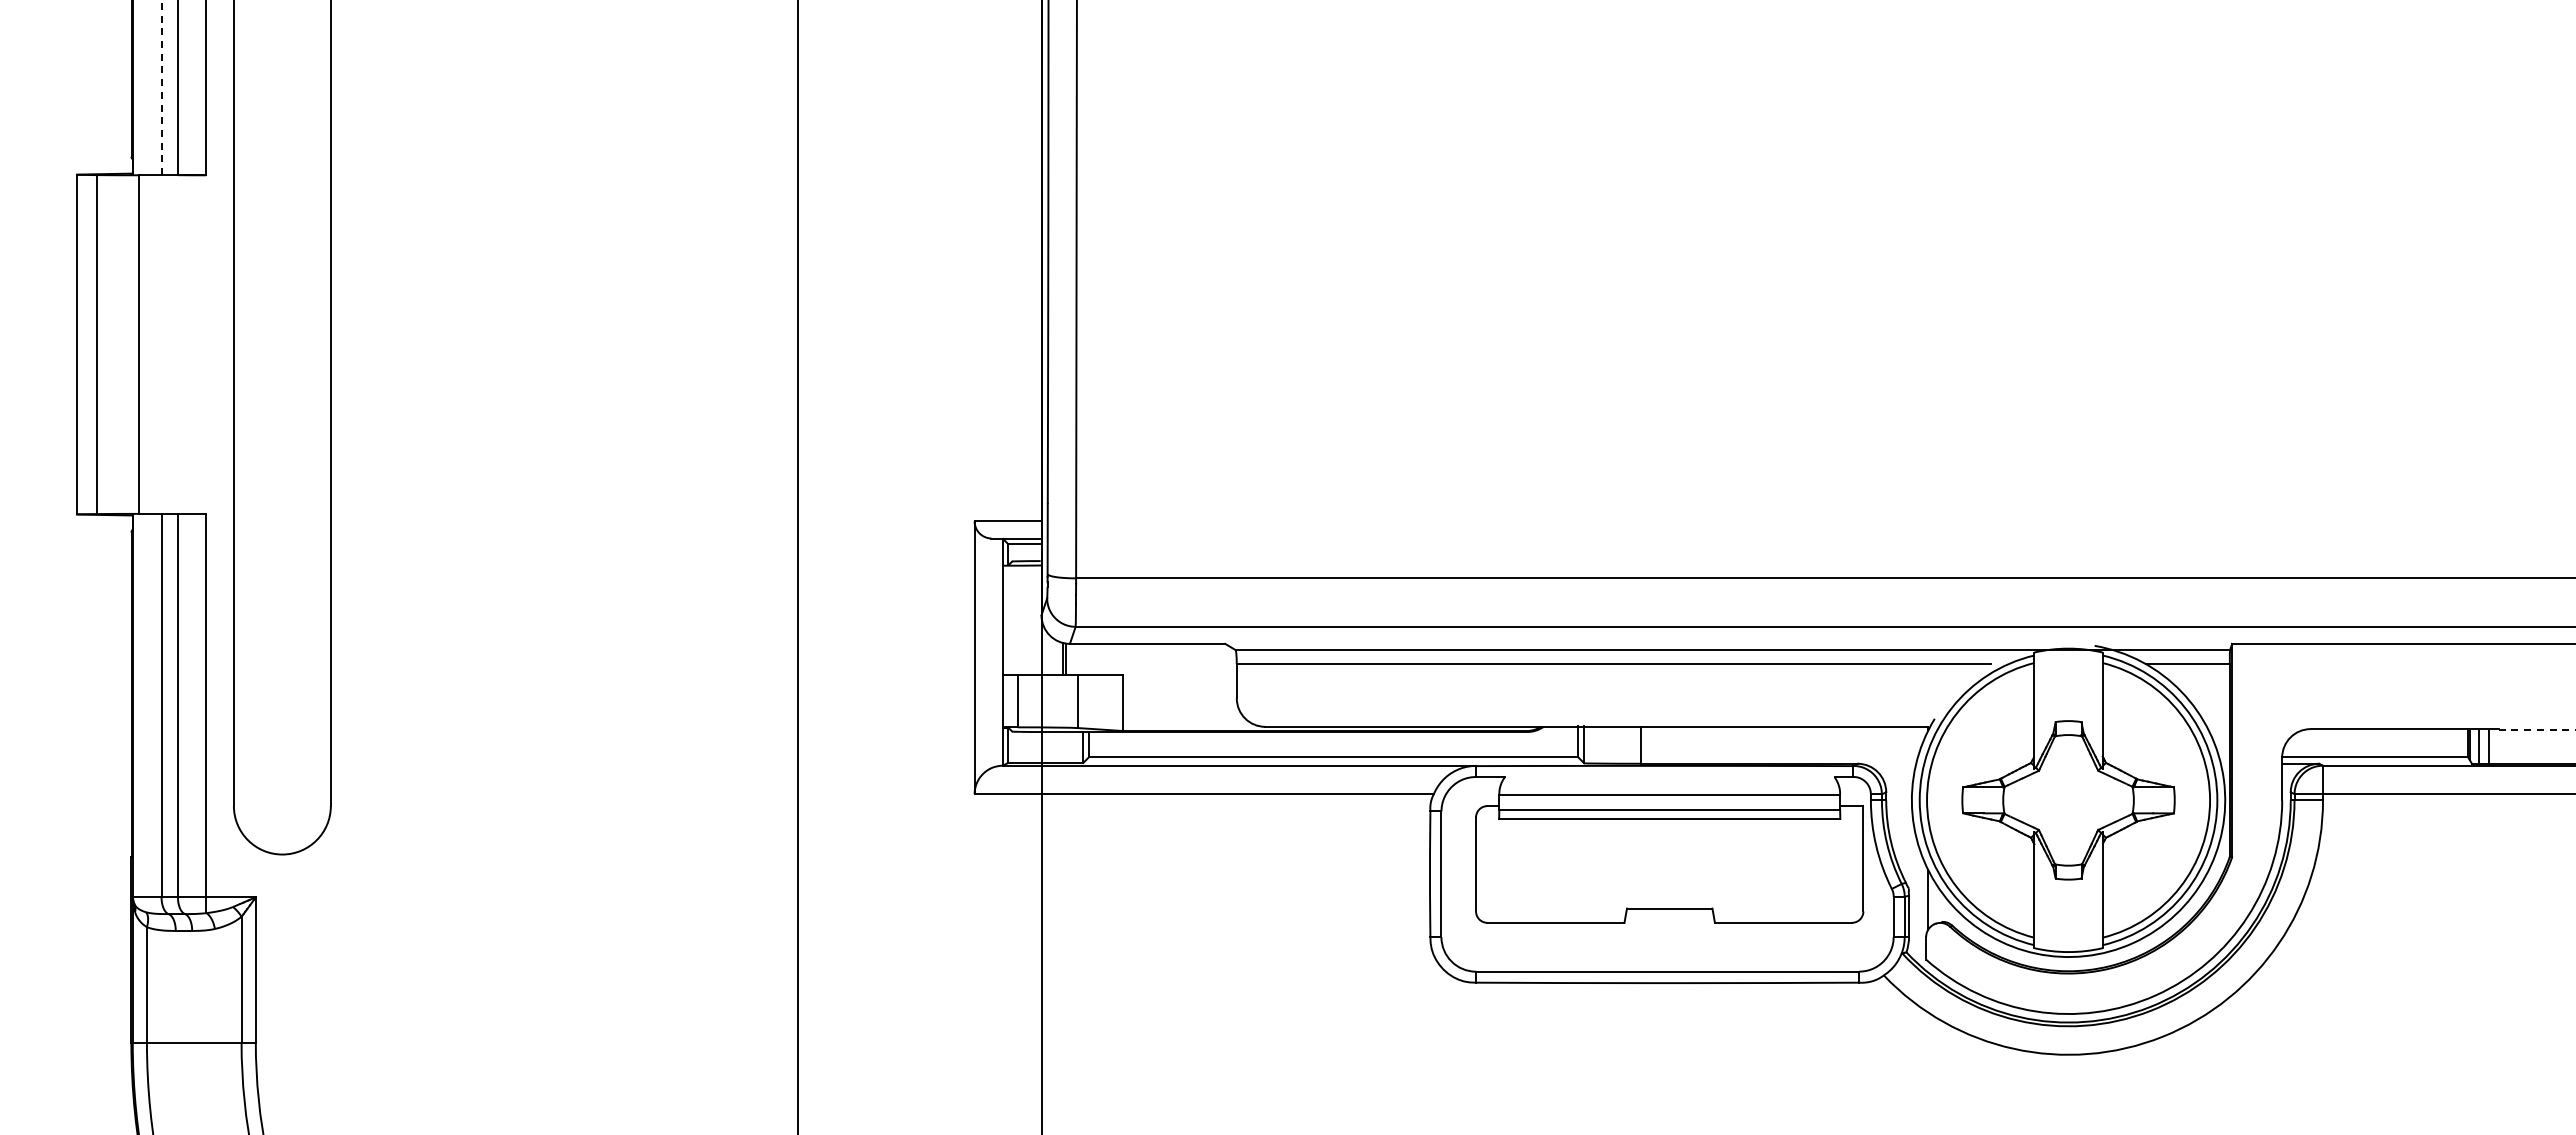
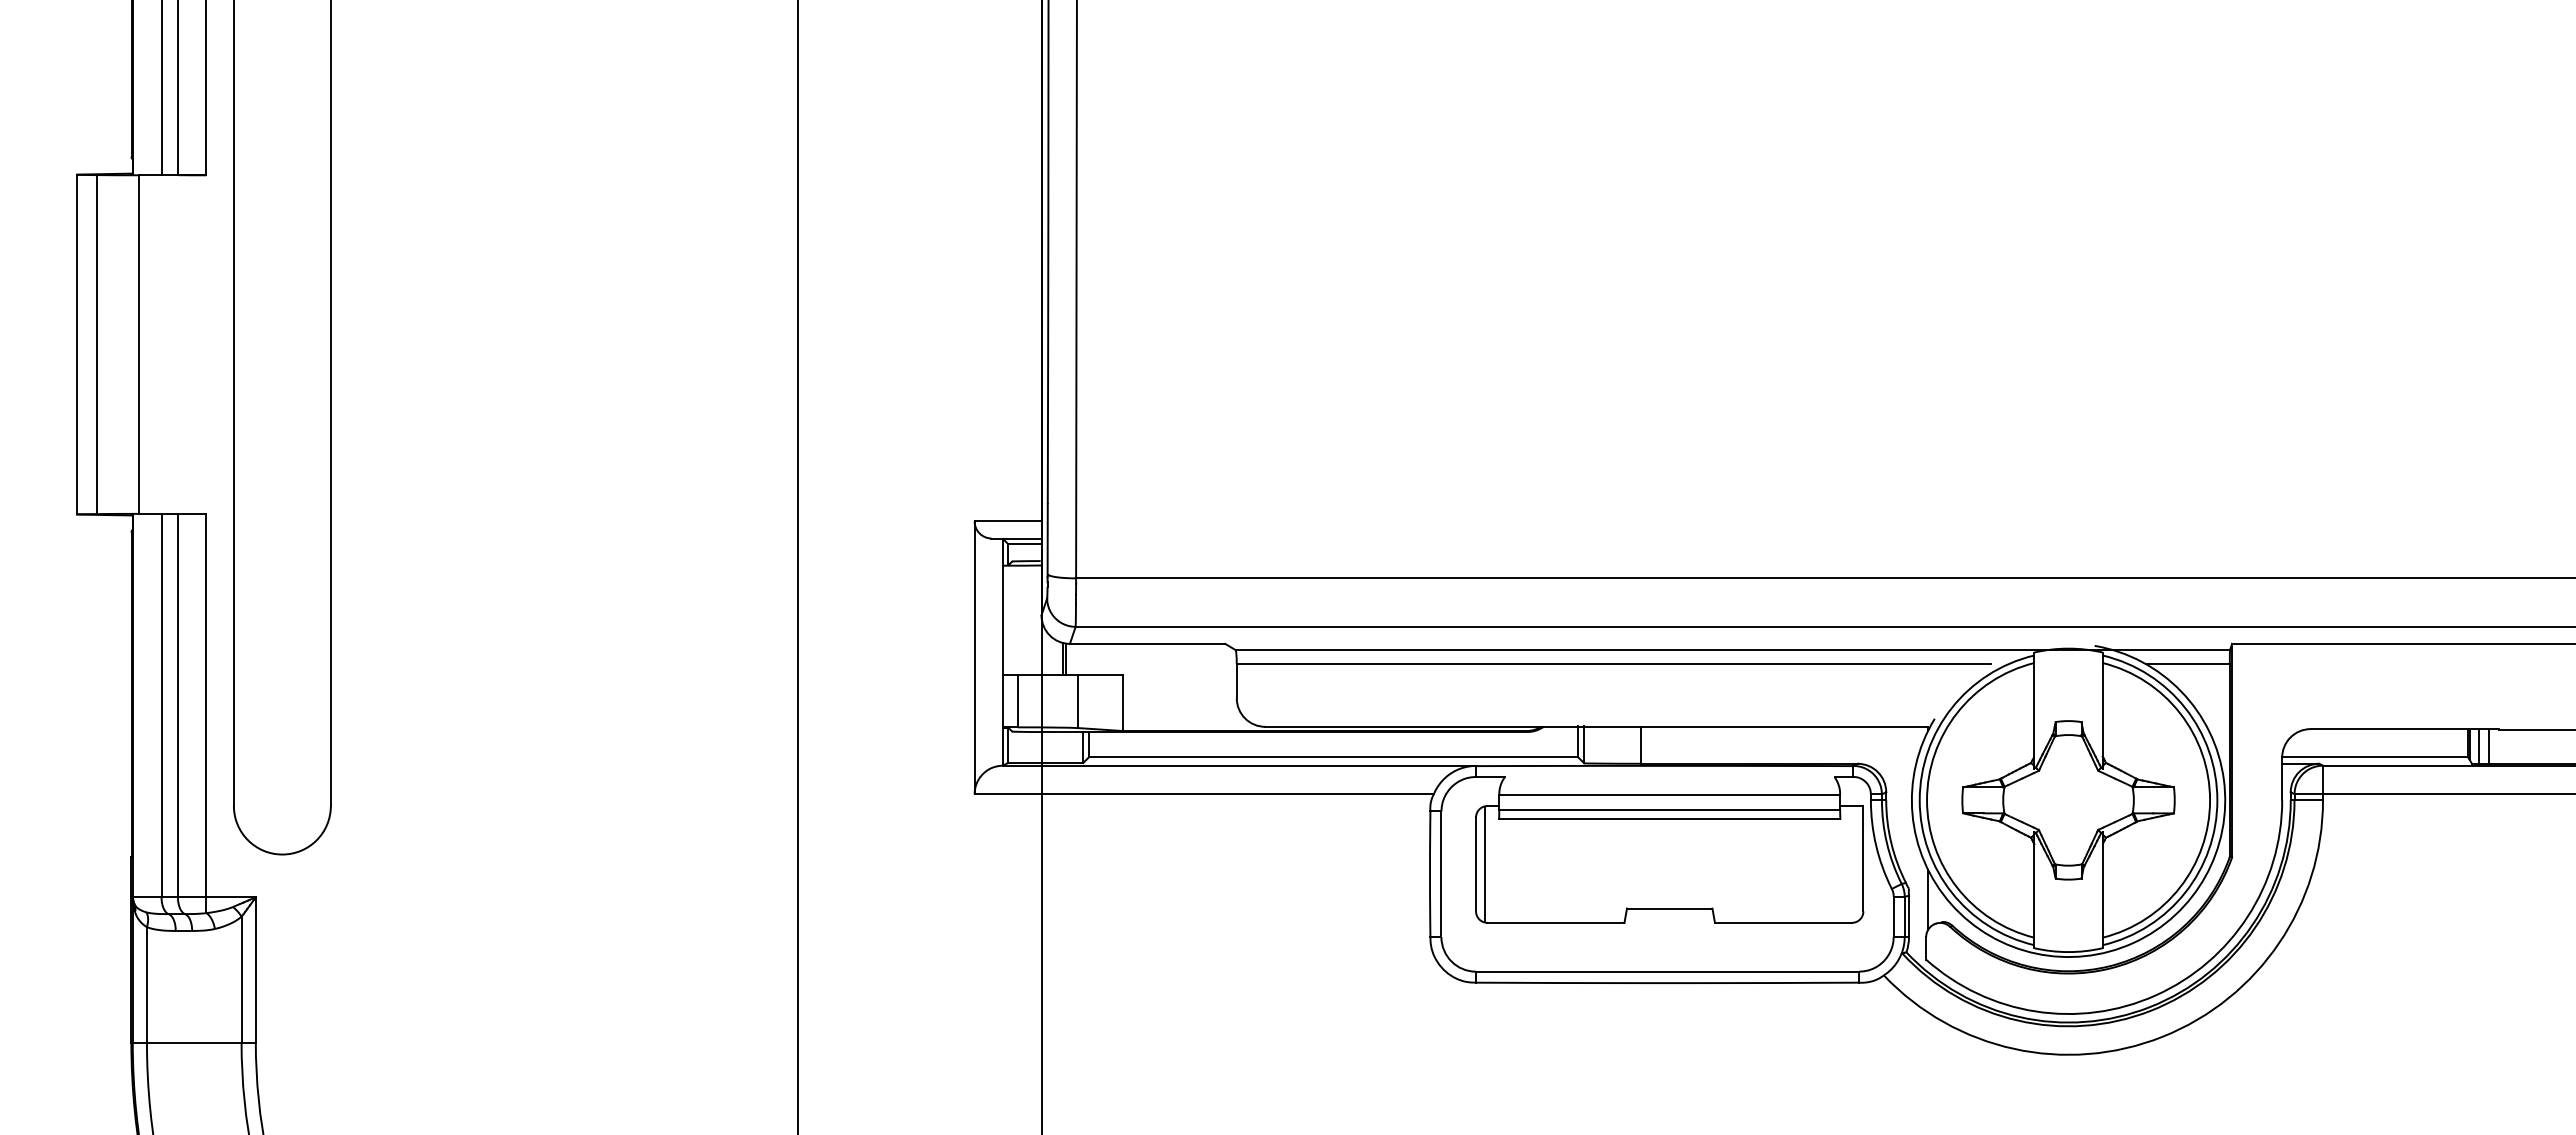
line at (161, 87): dashed -> solid
line at (2537, 729): dashed -> solid
line at (1484, 864): none -> present
